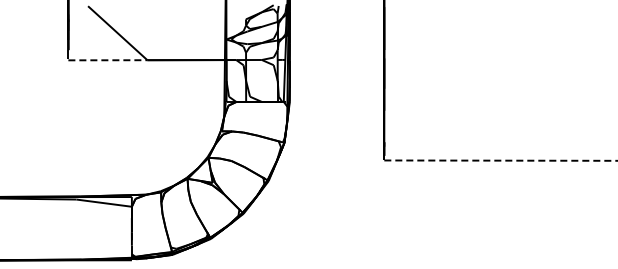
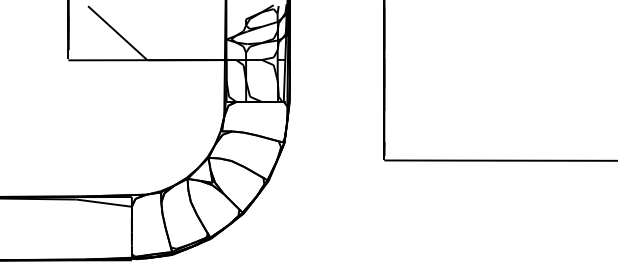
line at (107, 60): dashed -> solid
line at (501, 160): dashed -> solid
